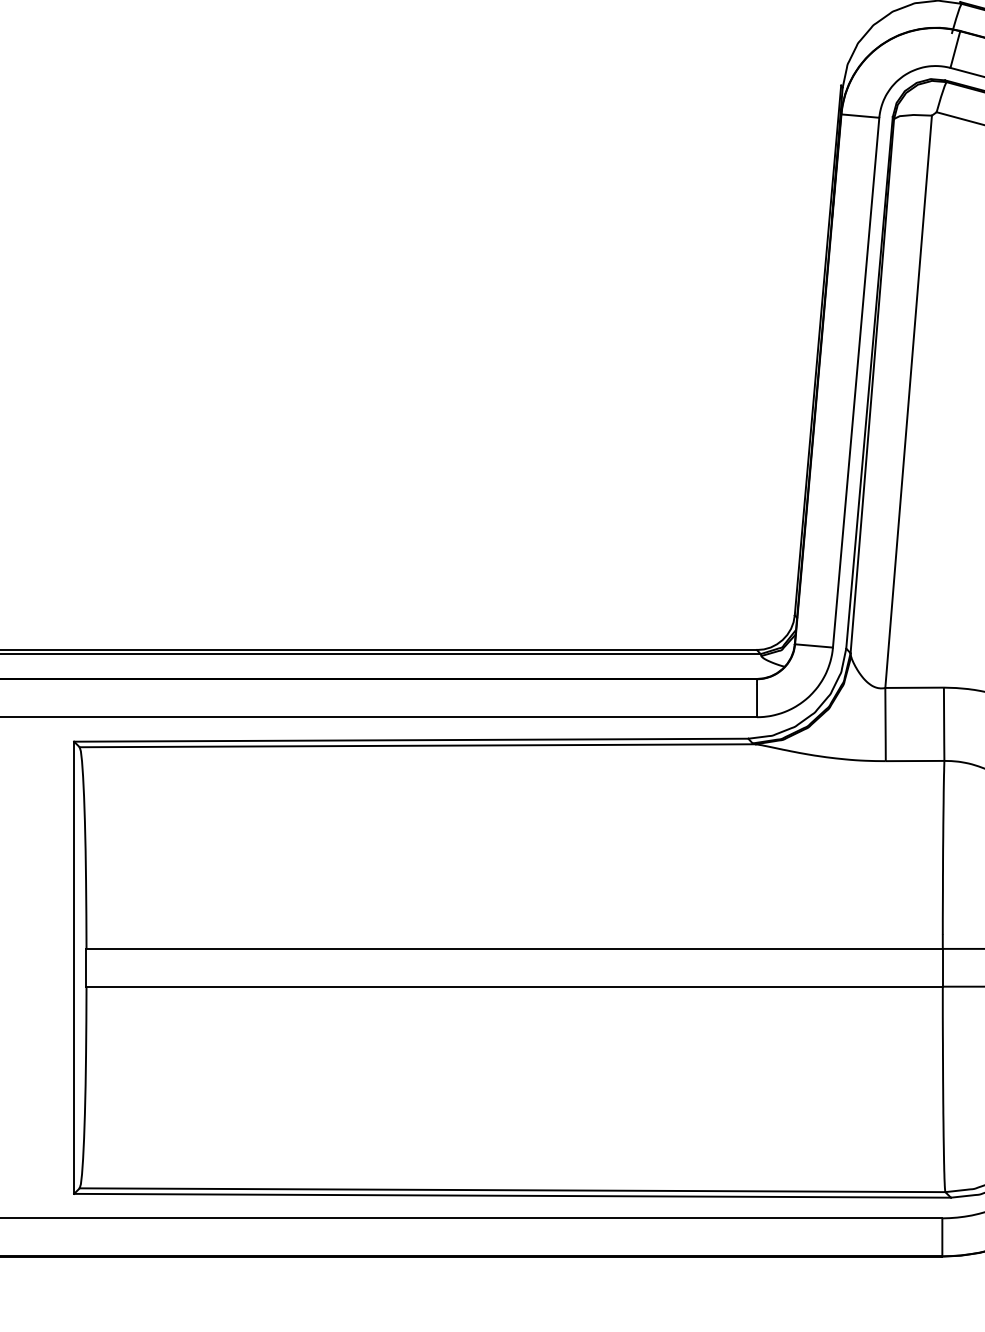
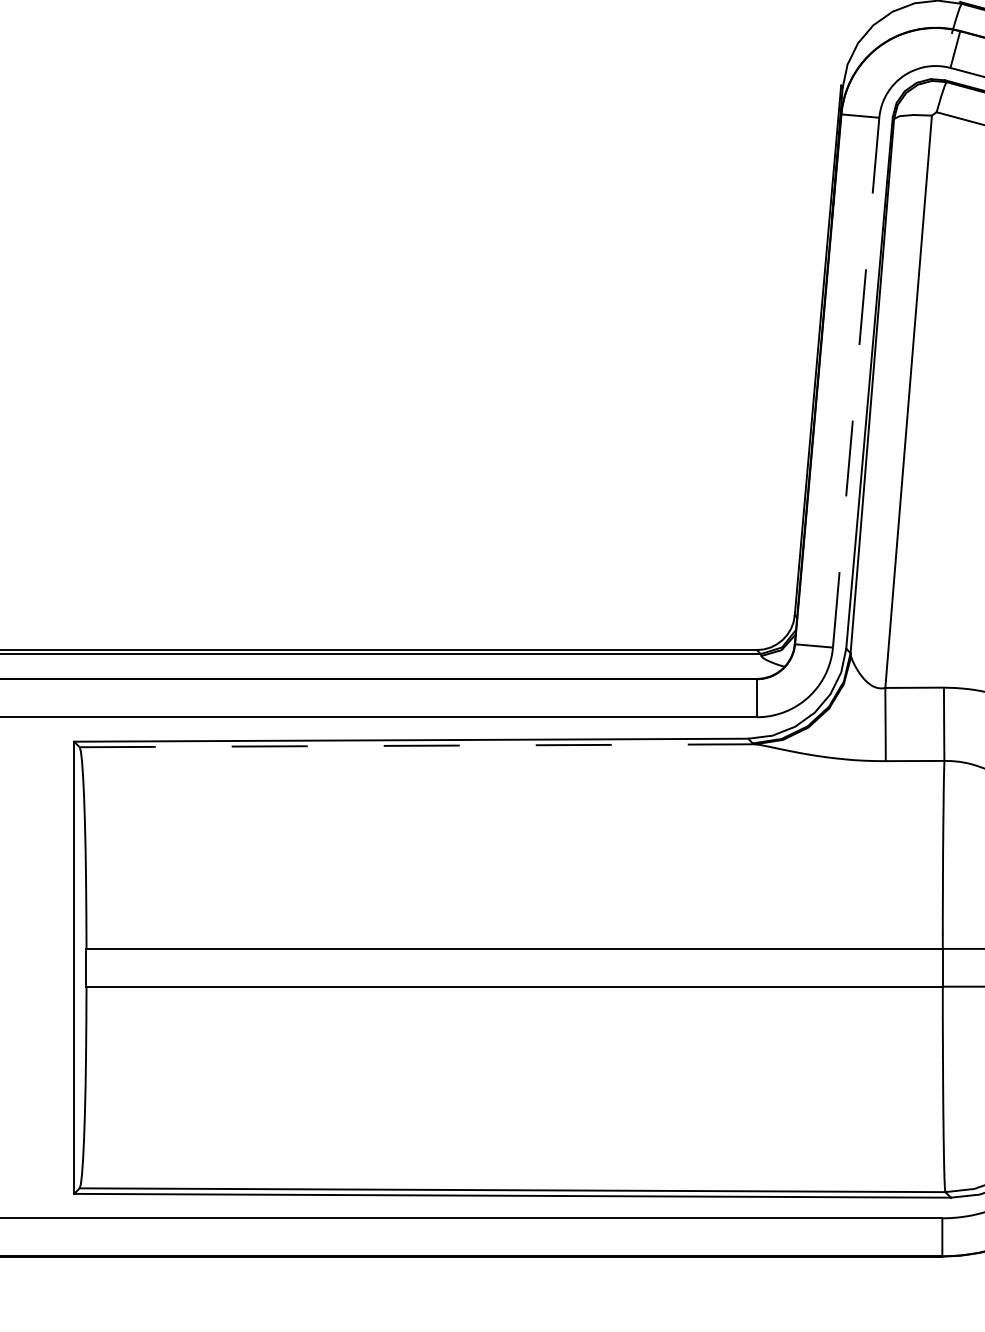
line at (856, 382): solid -> dashed
line at (417, 745): solid -> dashed
